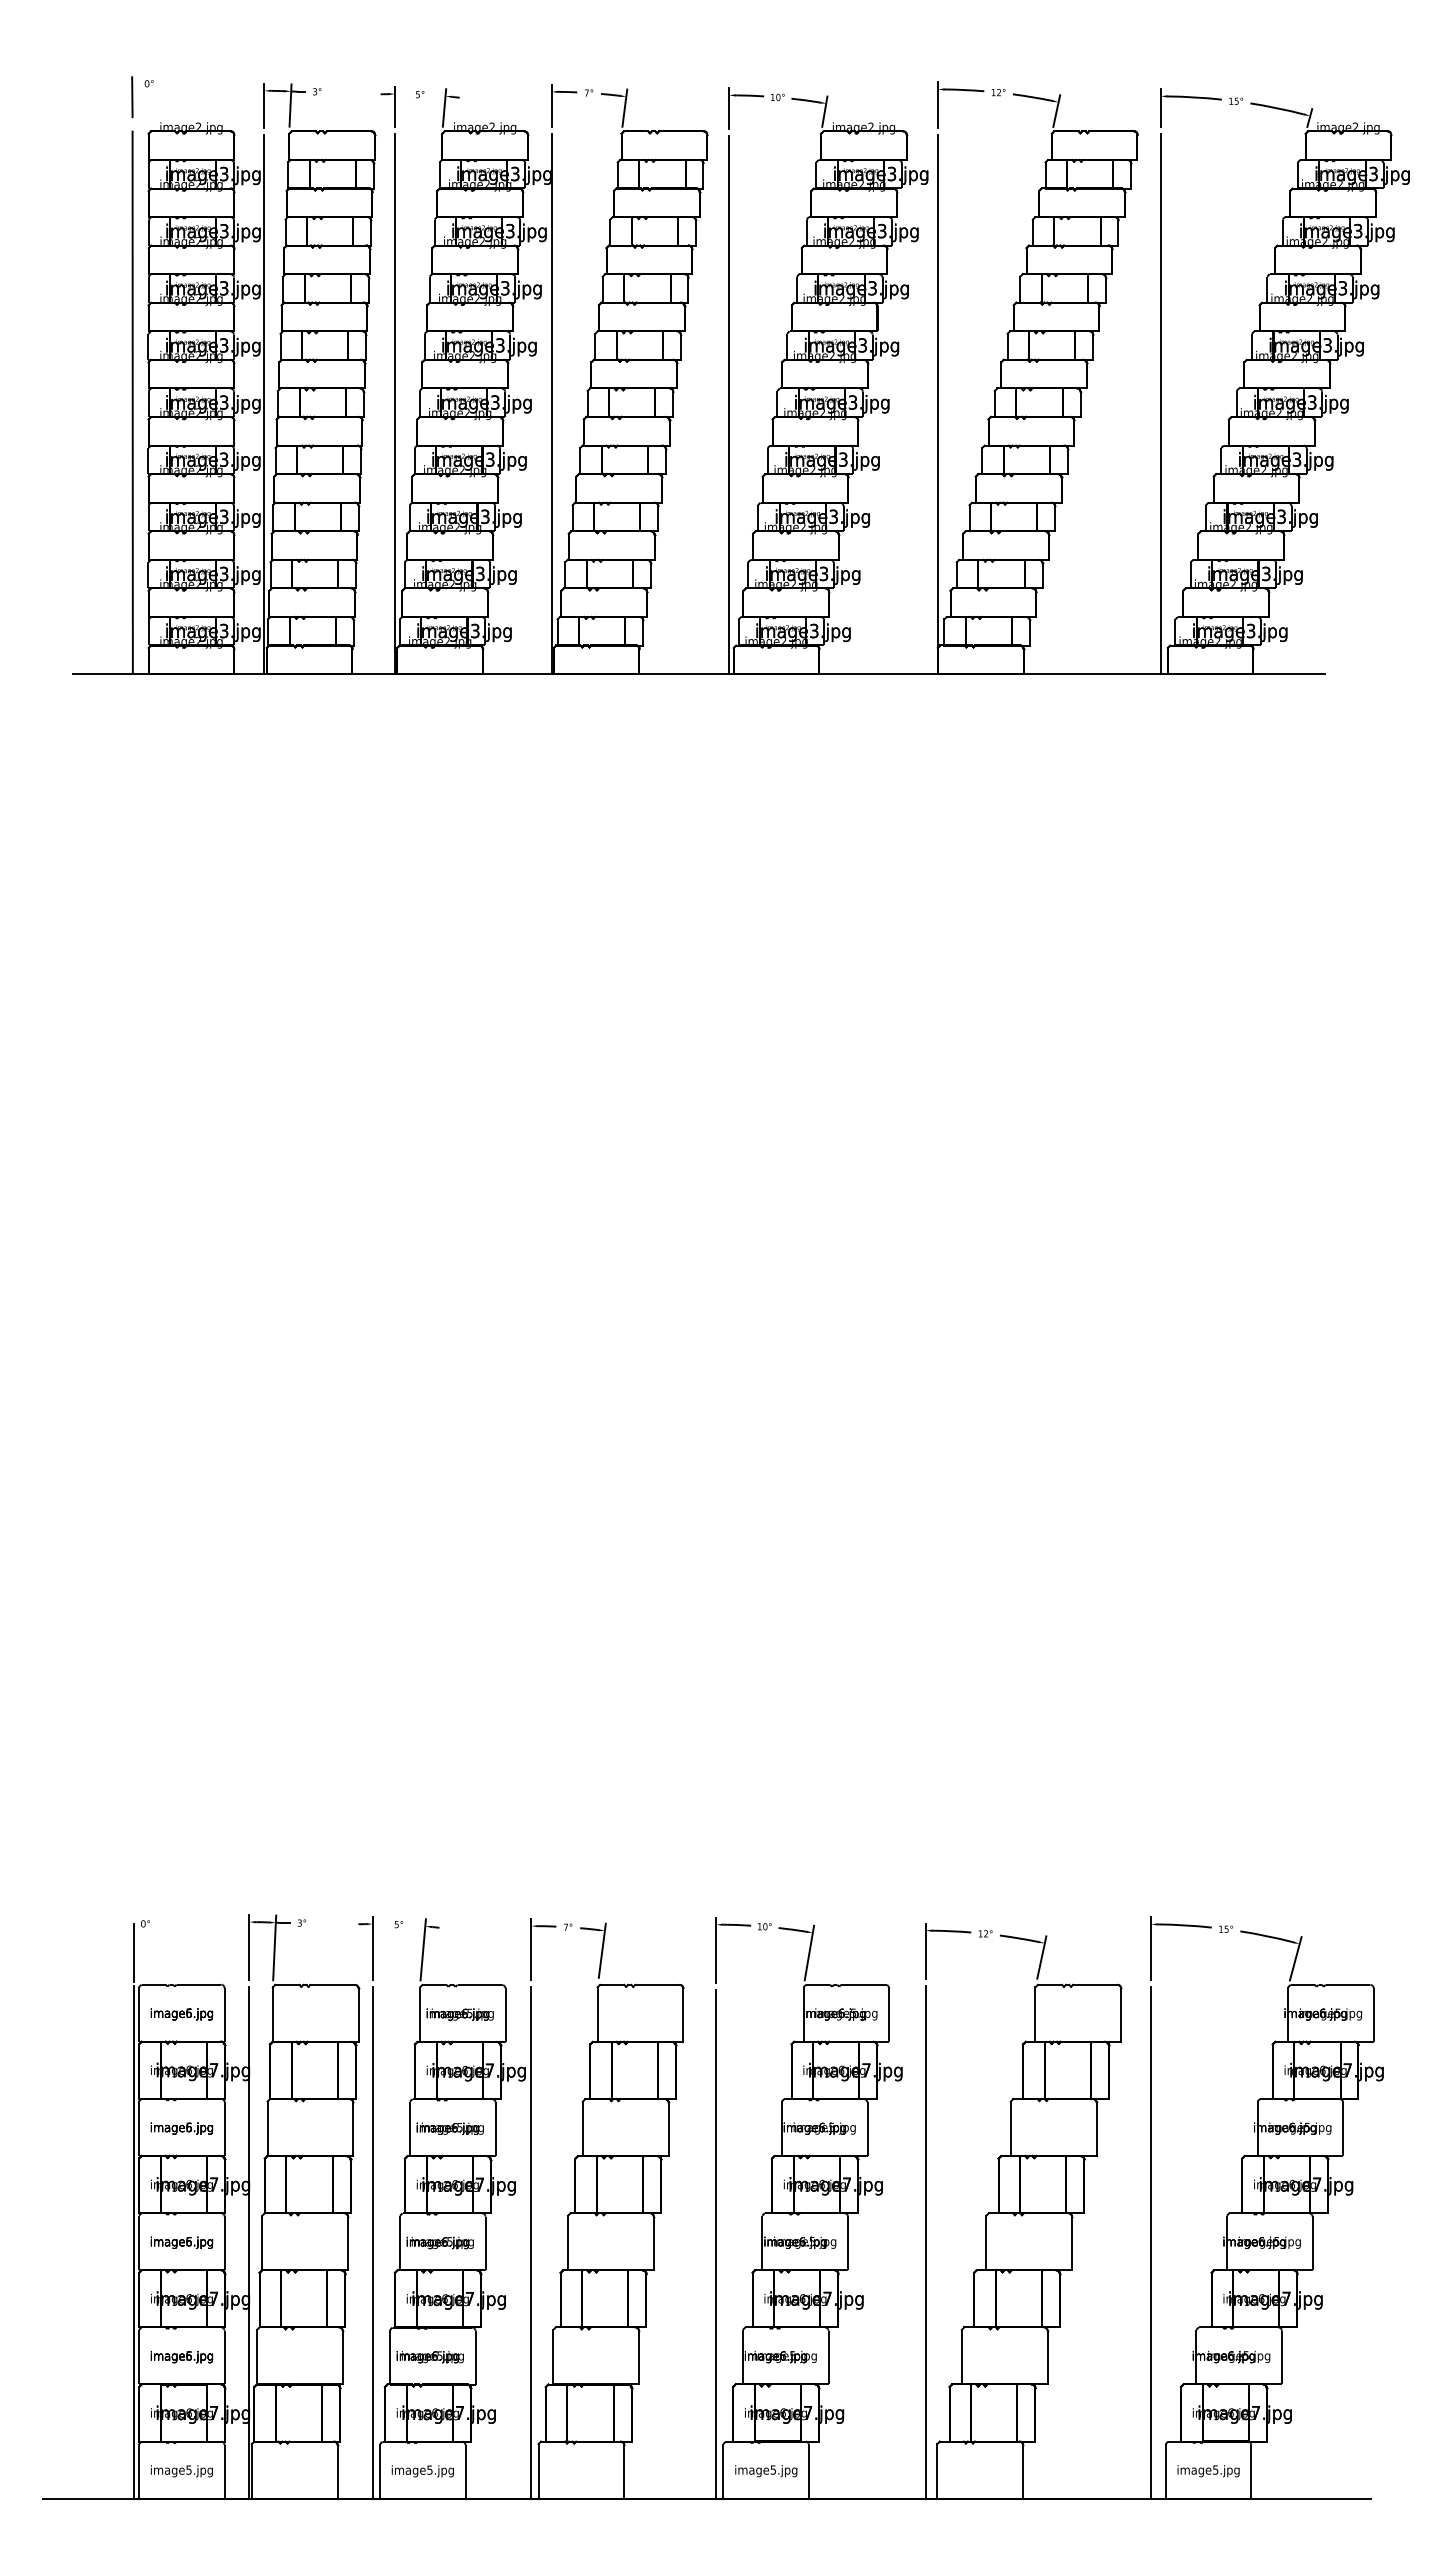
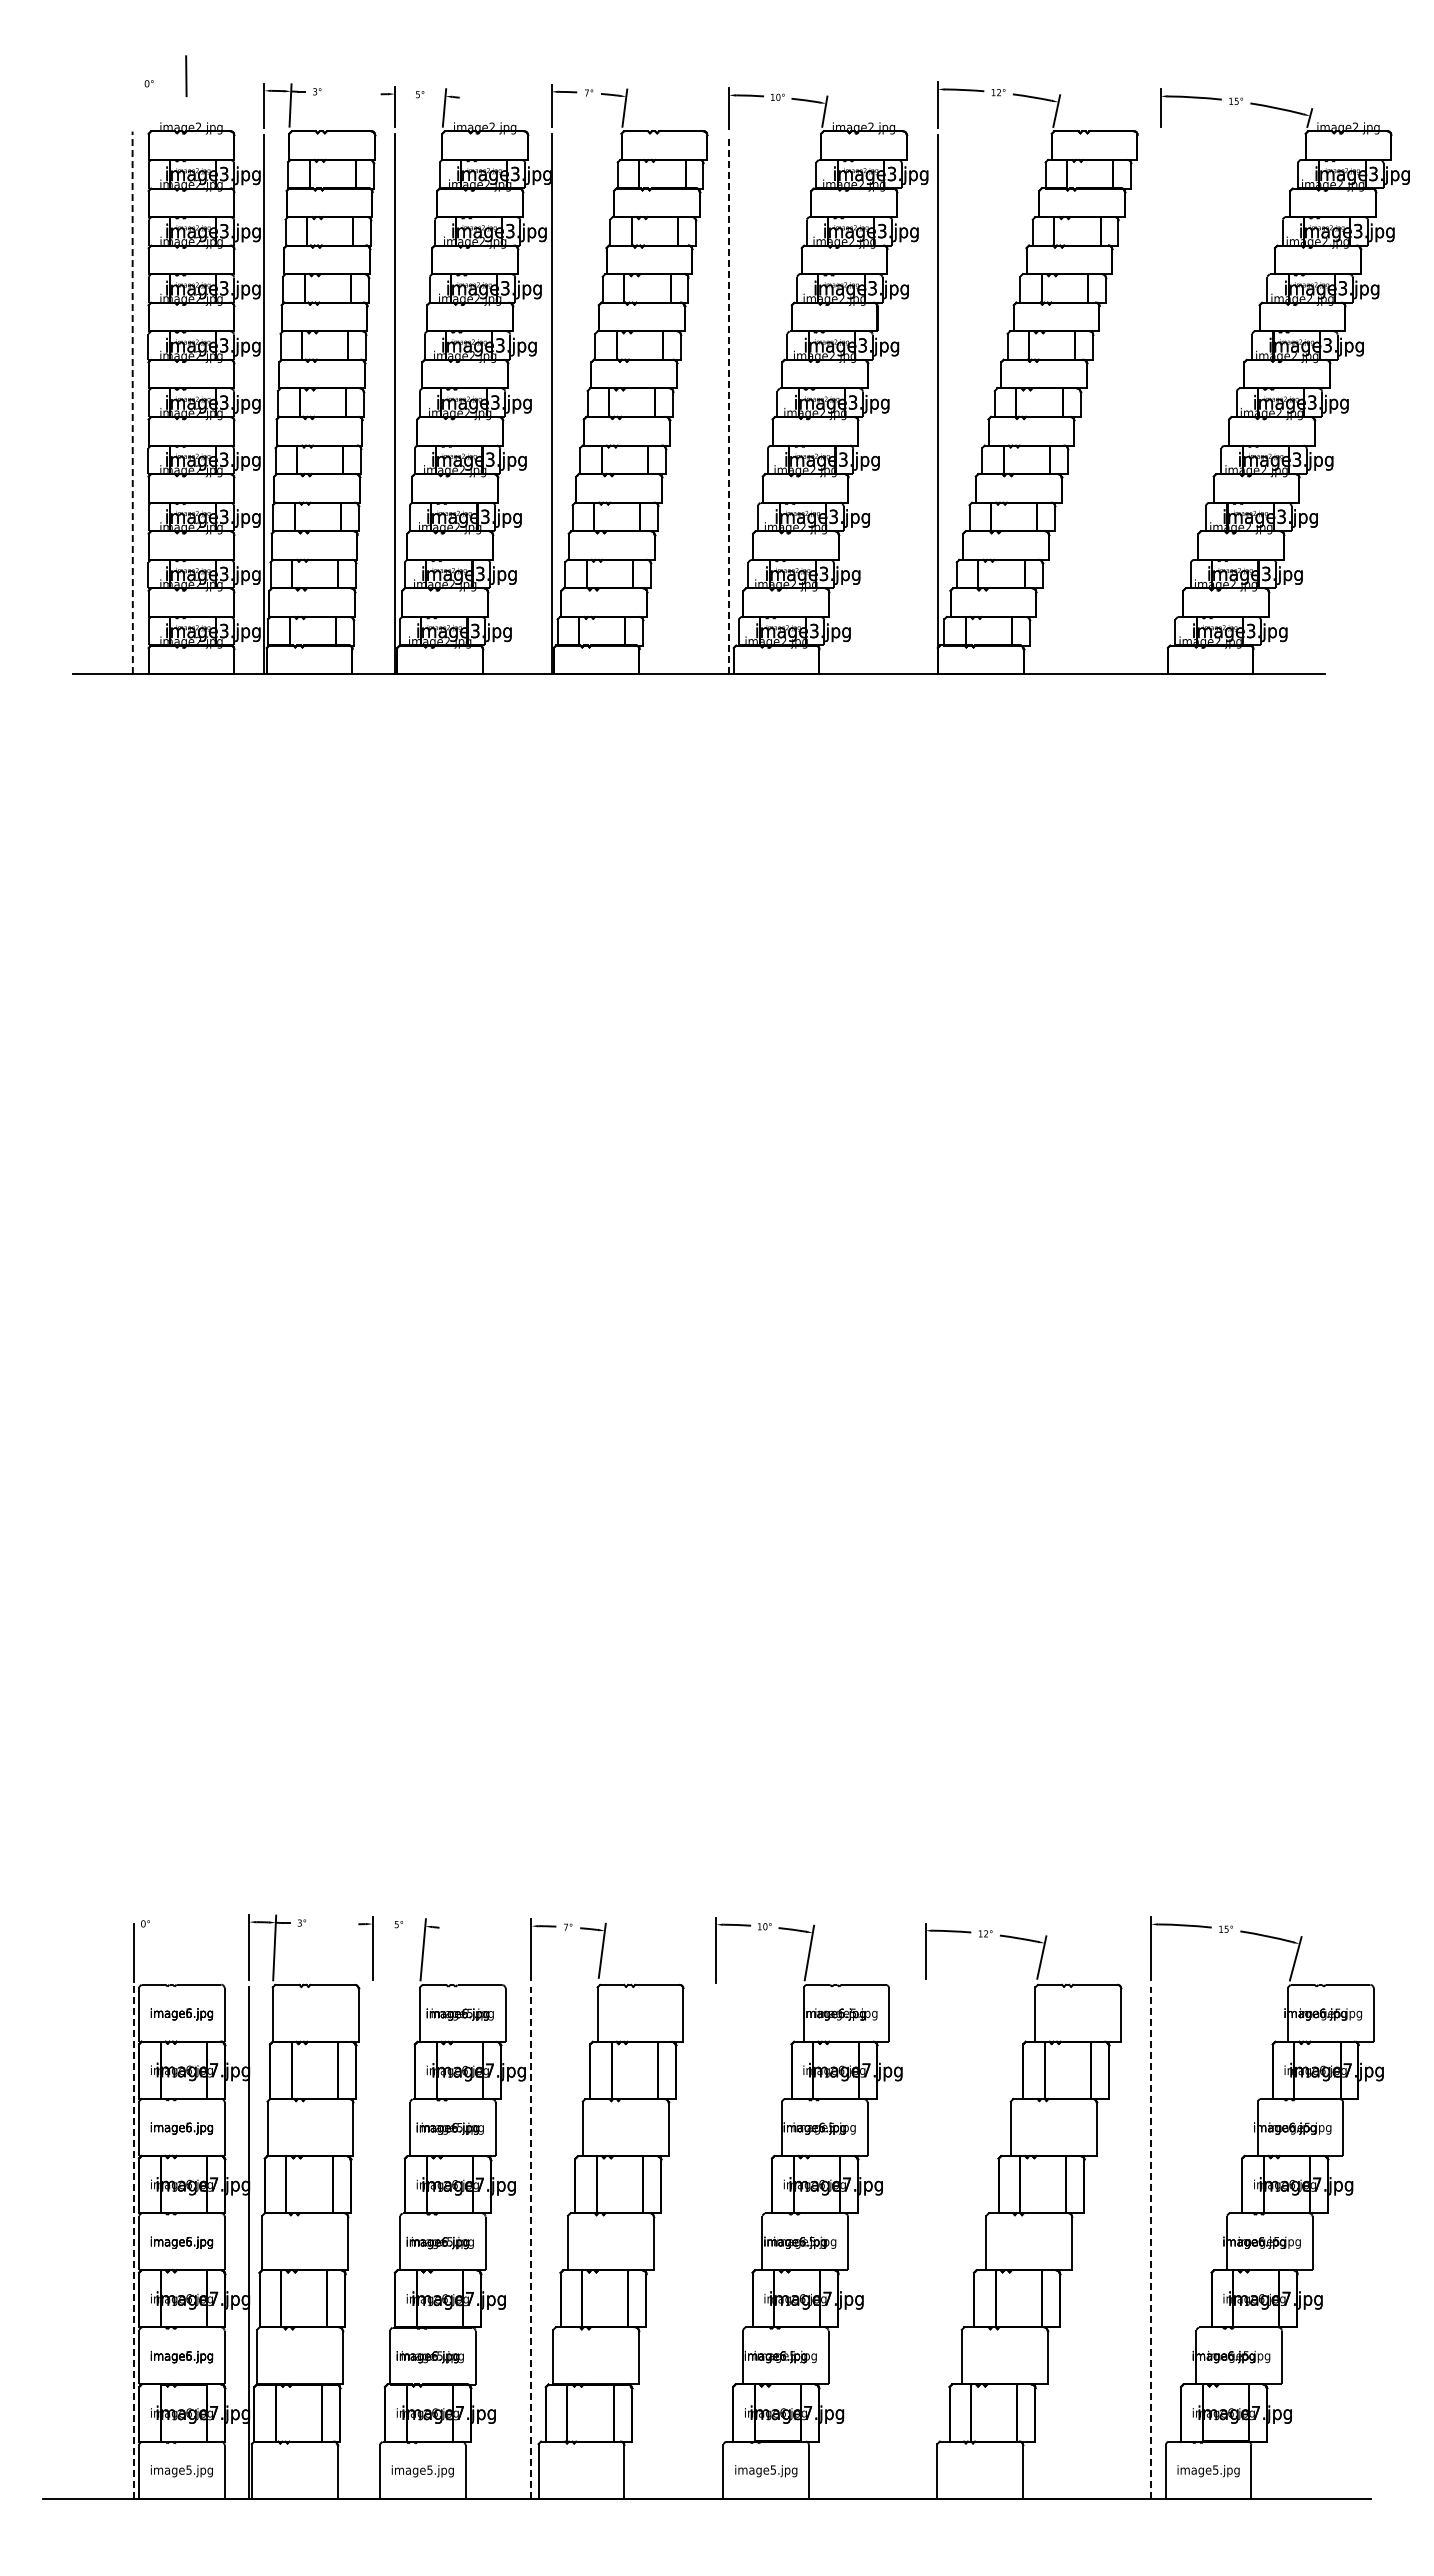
line at (132, 97) position: (132, 97) -> (186, 76)
line at (132, 402): solid -> dashed
line at (1160, 403): present -> none
line at (729, 405): solid -> dashed
line at (925, 2241): present -> none
line at (133, 2242): solid -> dashed
line at (372, 2242): present -> none
line at (1151, 2242): solid -> dashed
line at (531, 2243): solid -> dashed
line at (716, 2243): present -> none
